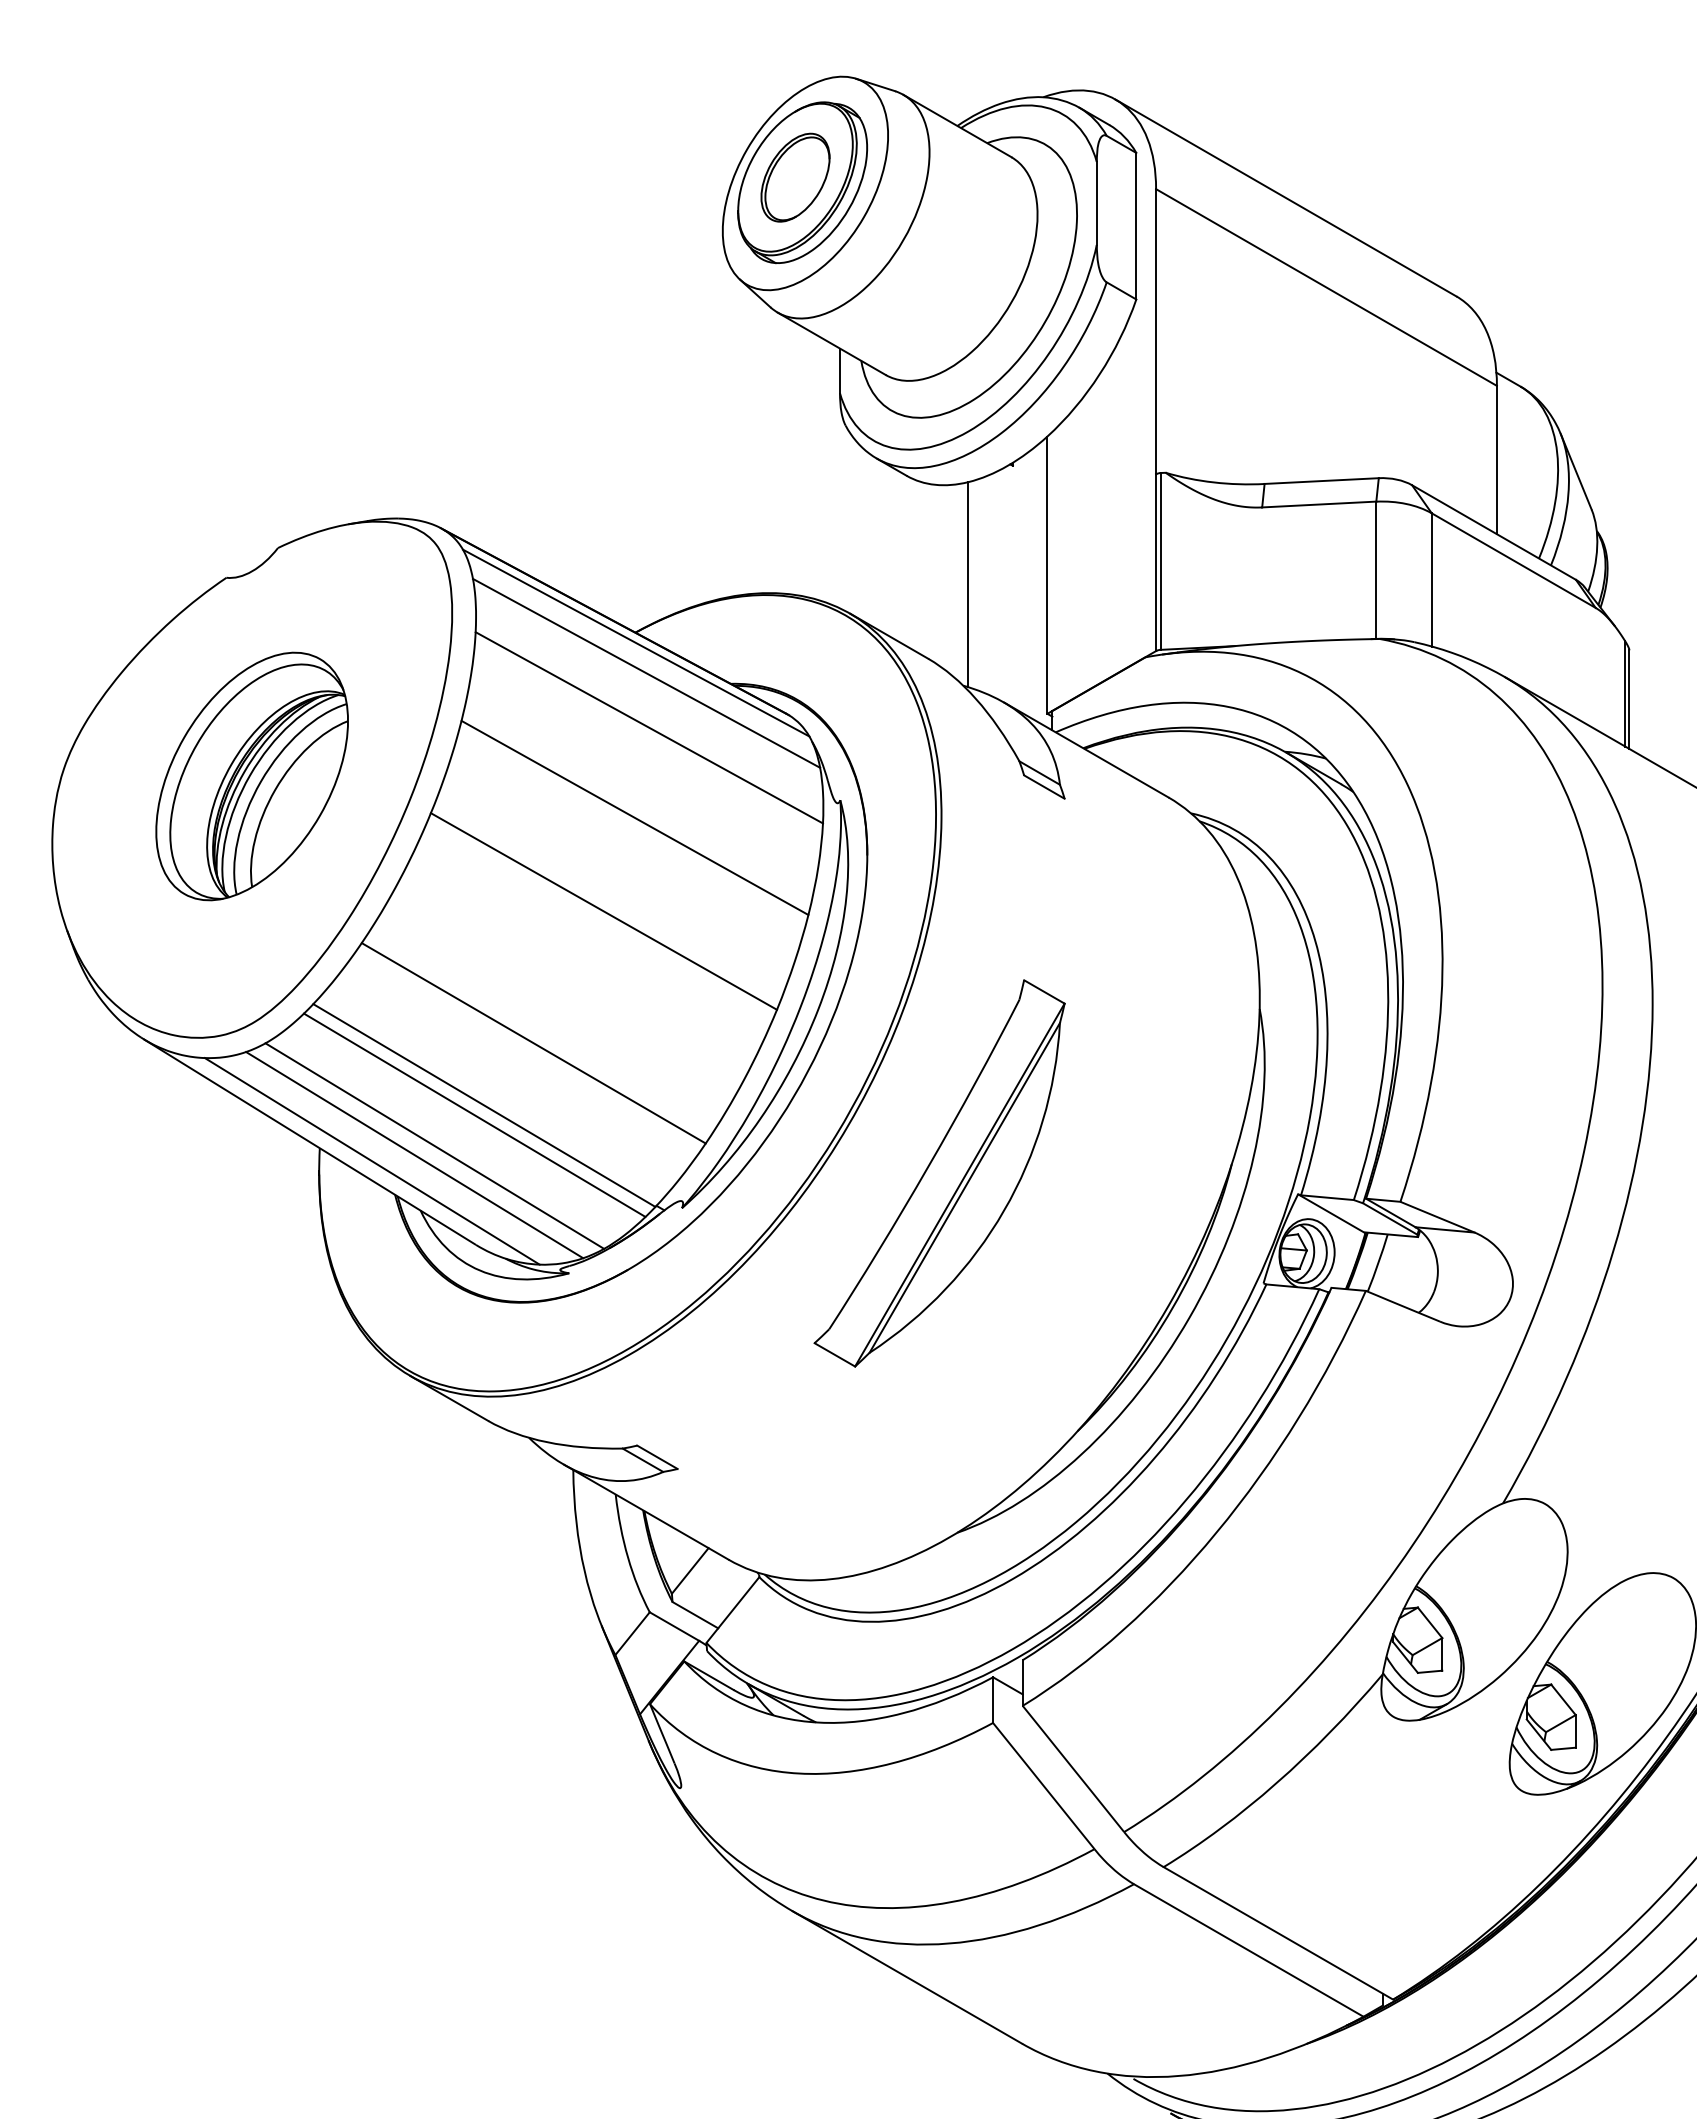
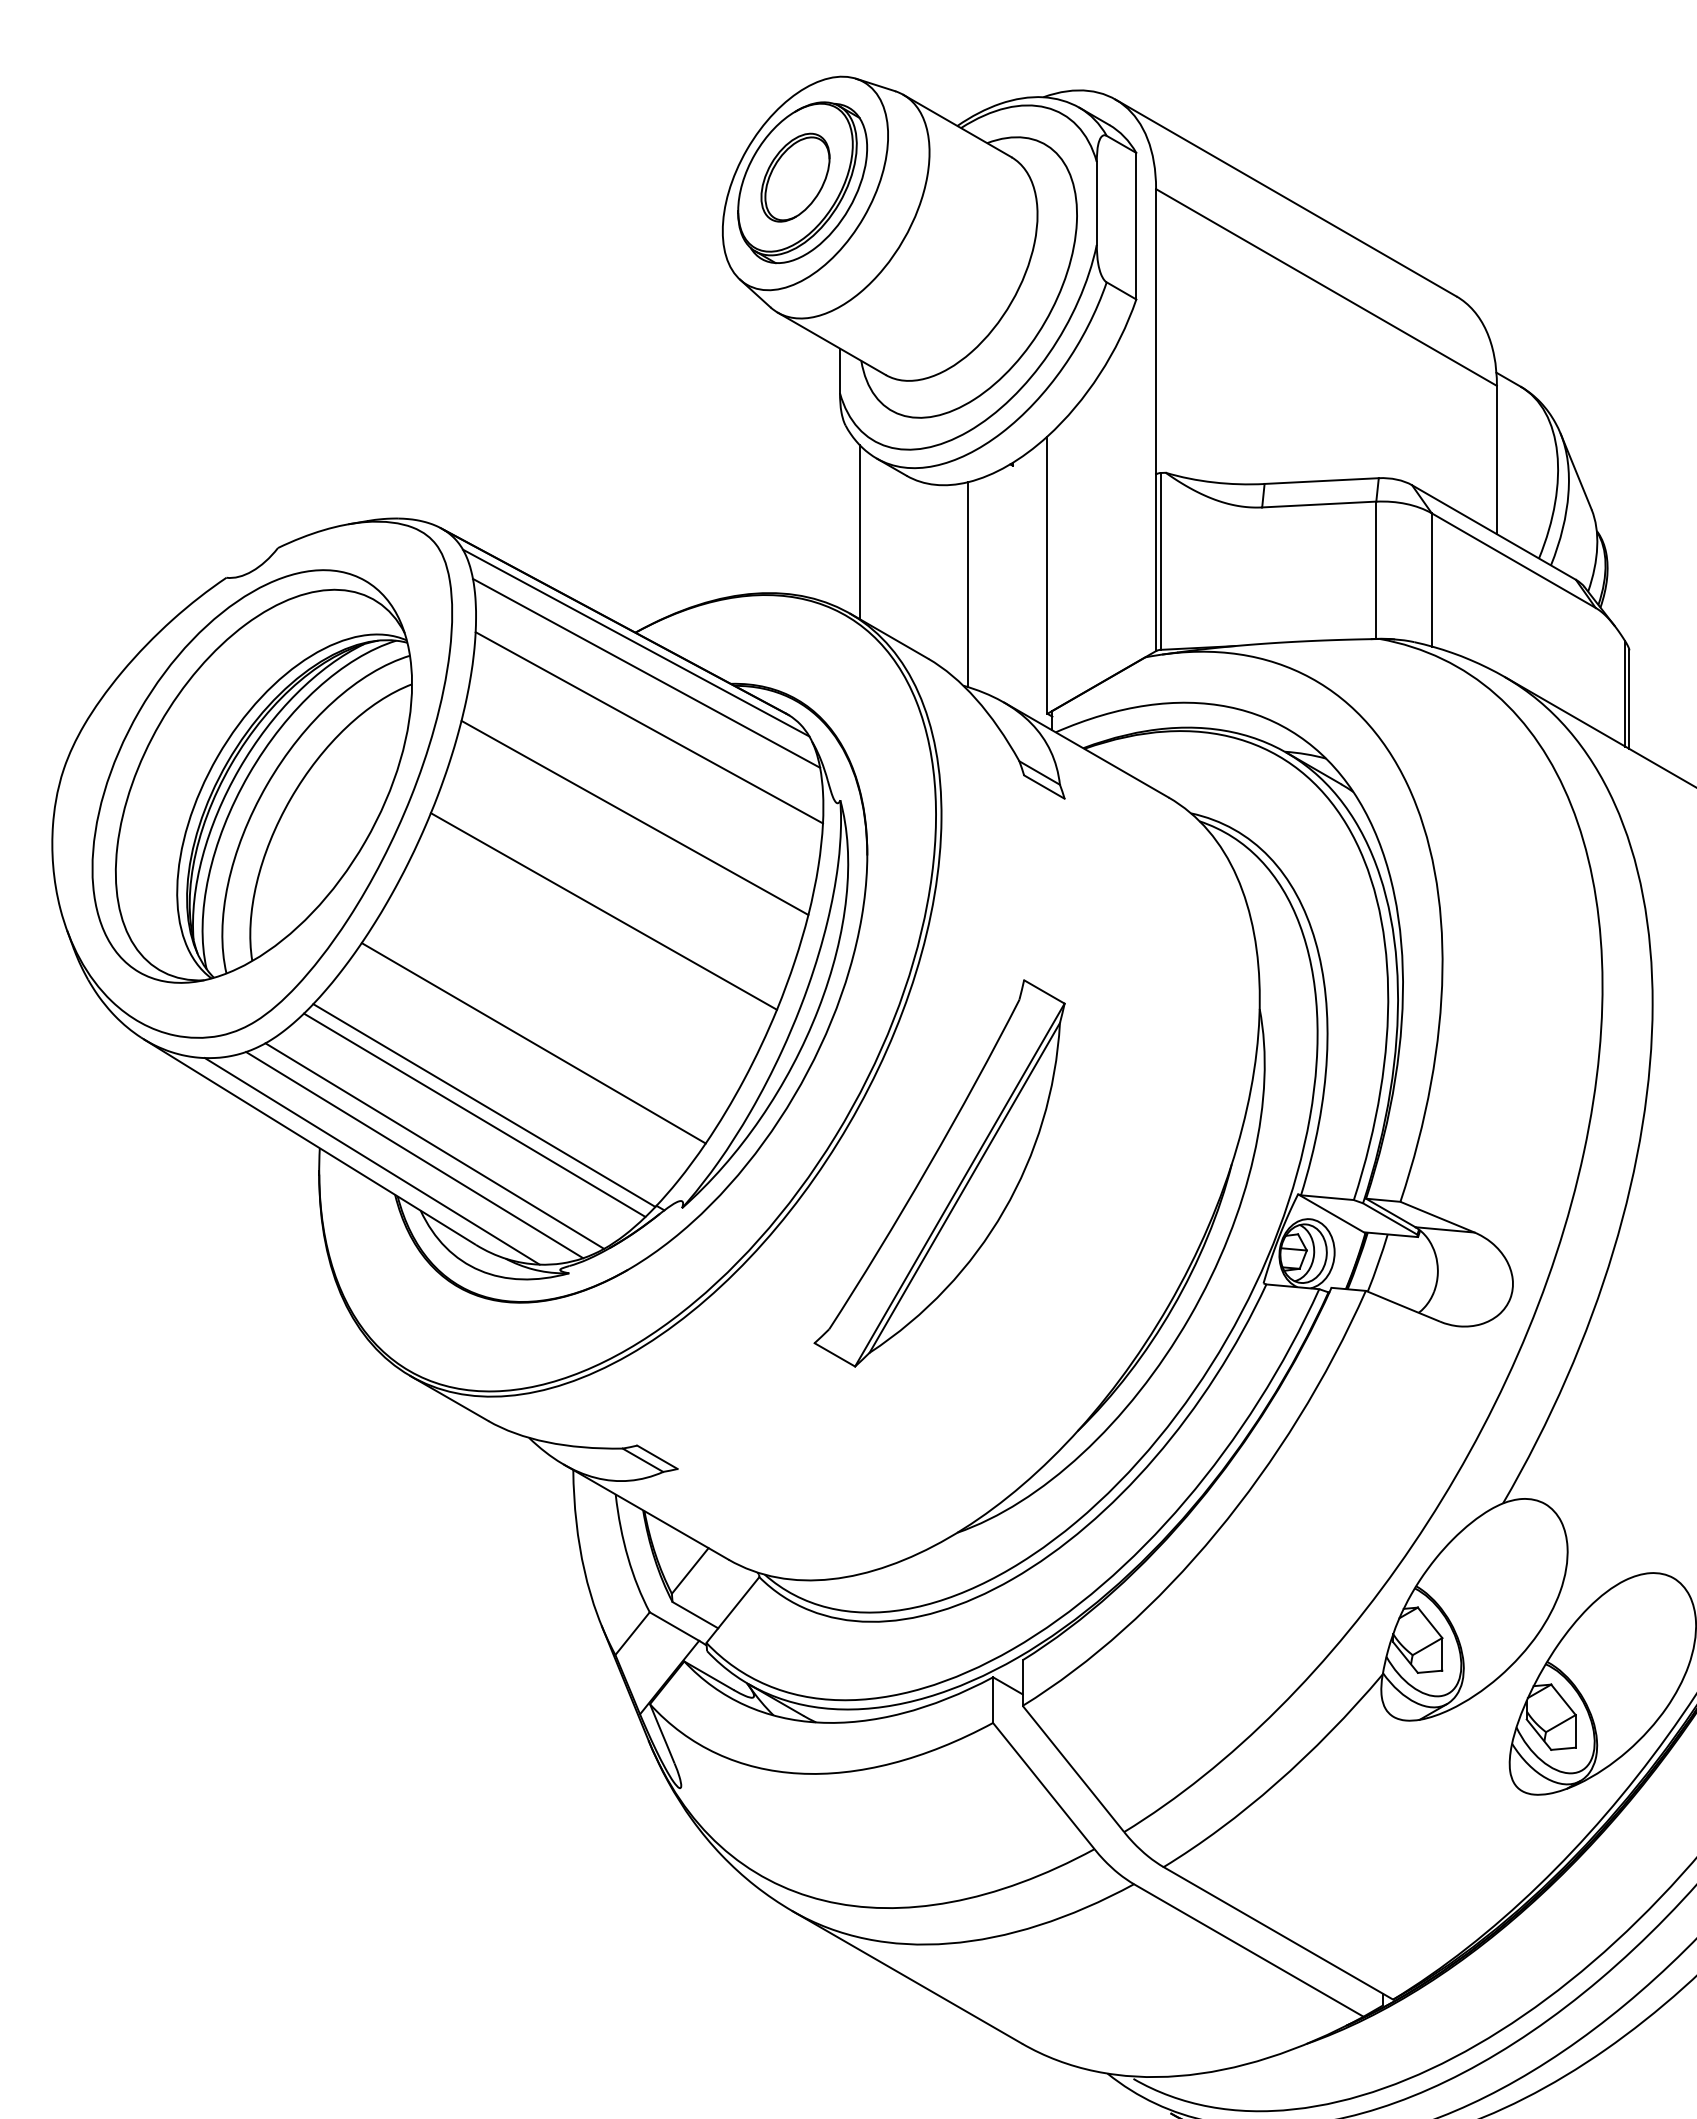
line at (859, 532): none -> present
part at (251, 776) size: 194x251 px -> 322x415 px
